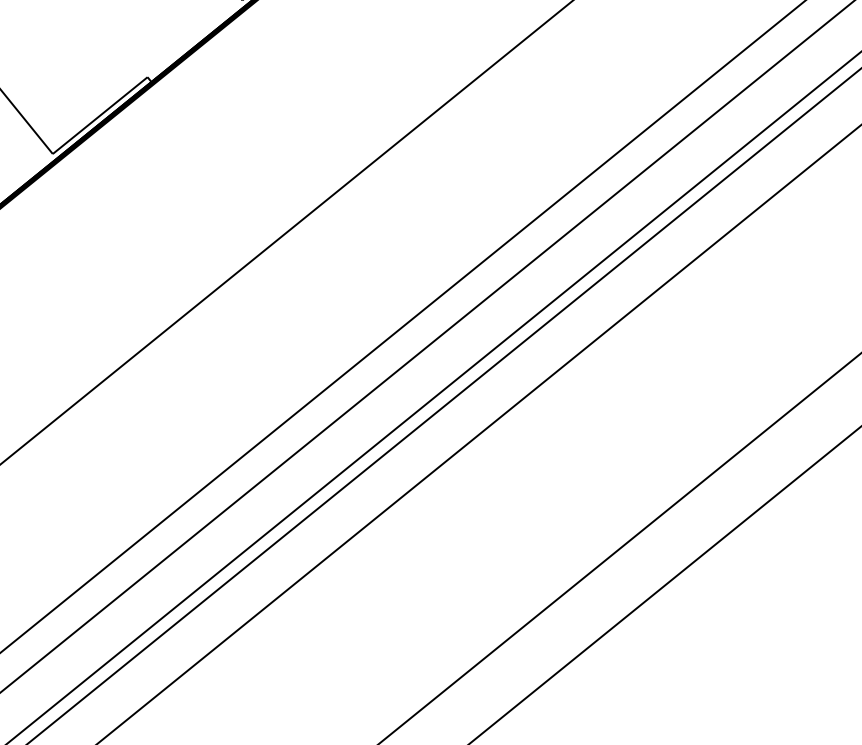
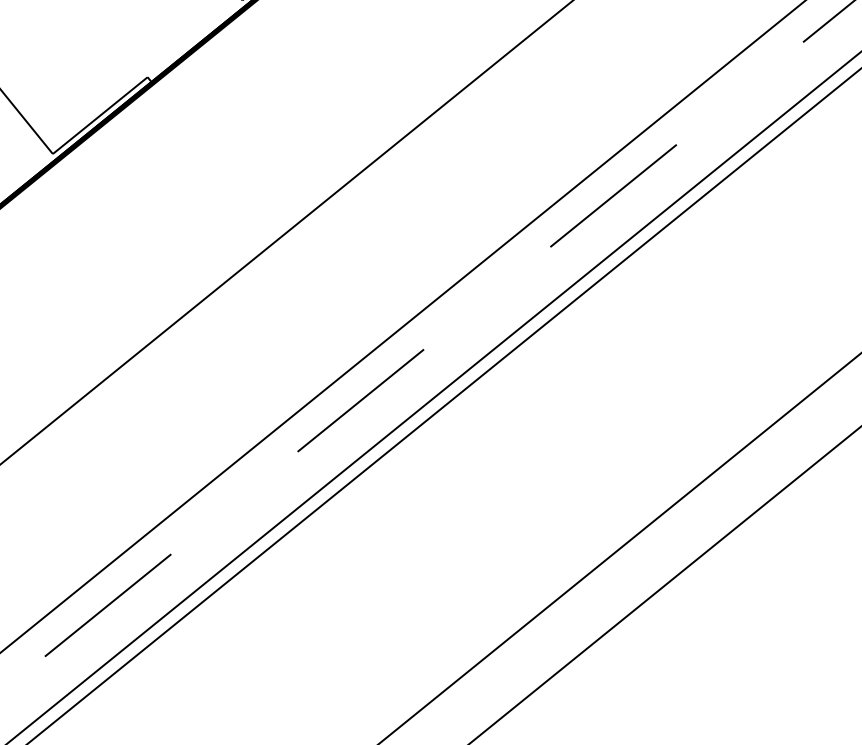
line at (428, 346): solid -> dashed
line at (478, 434): present -> none
